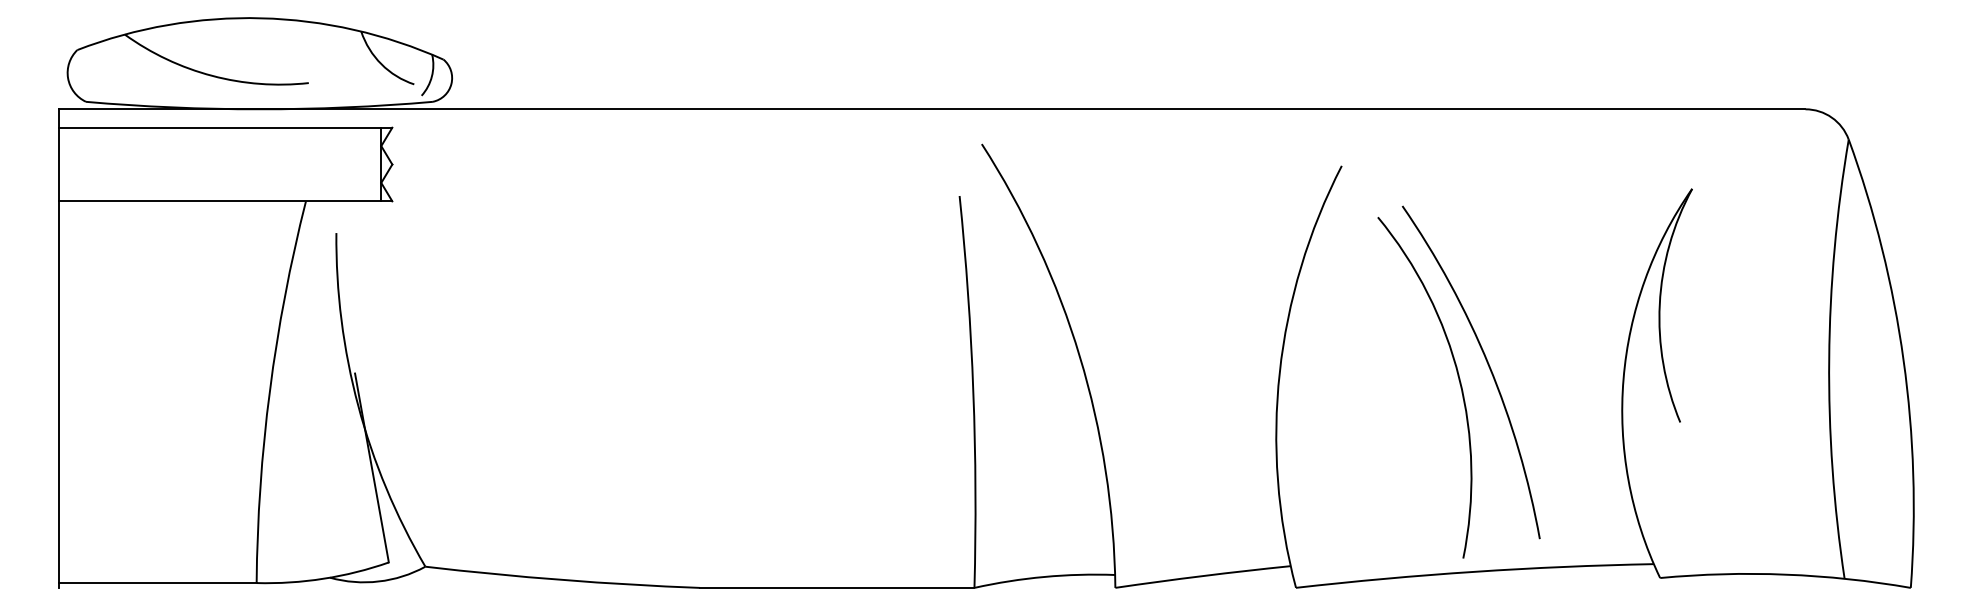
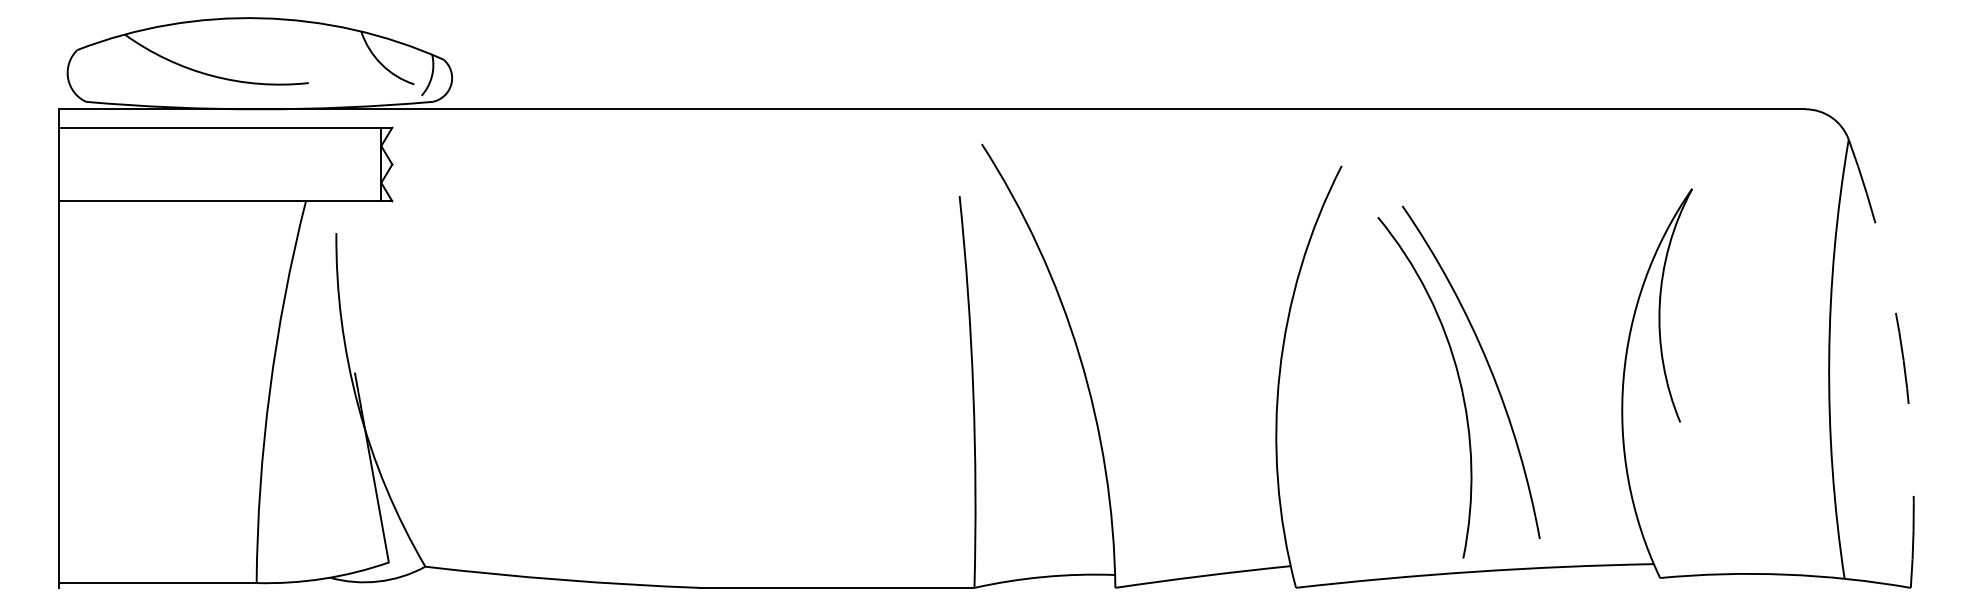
arc at (1903, 360): solid -> dashed
